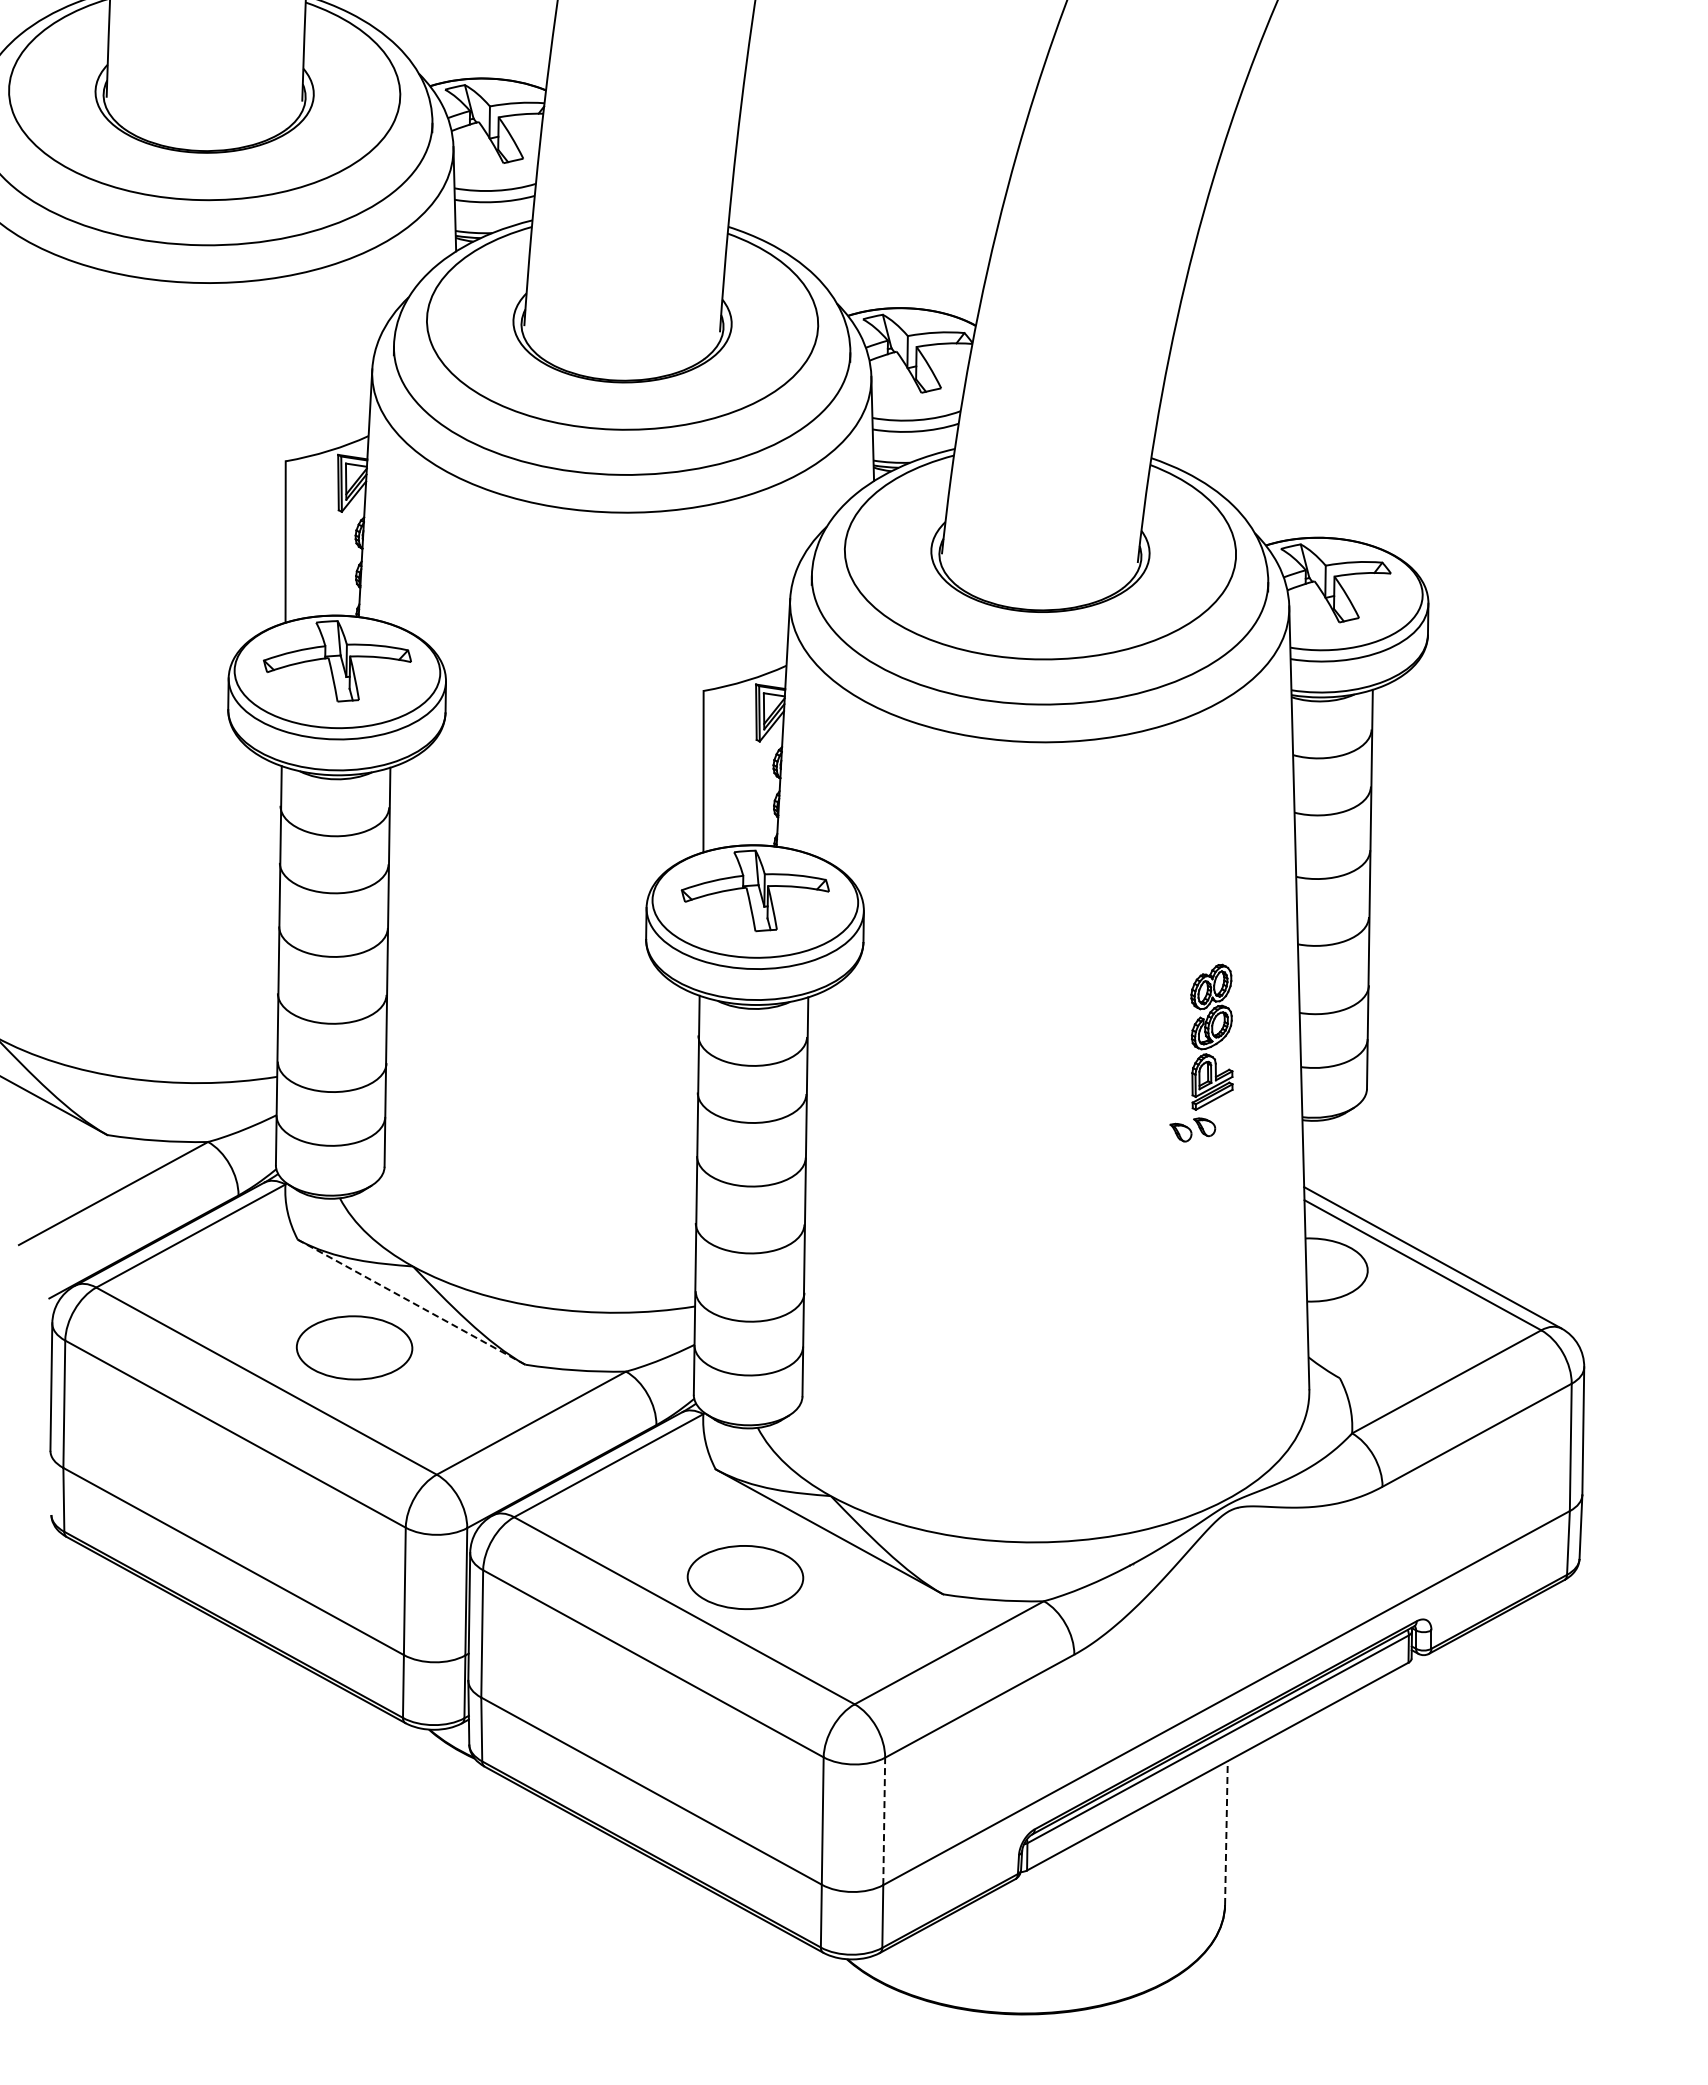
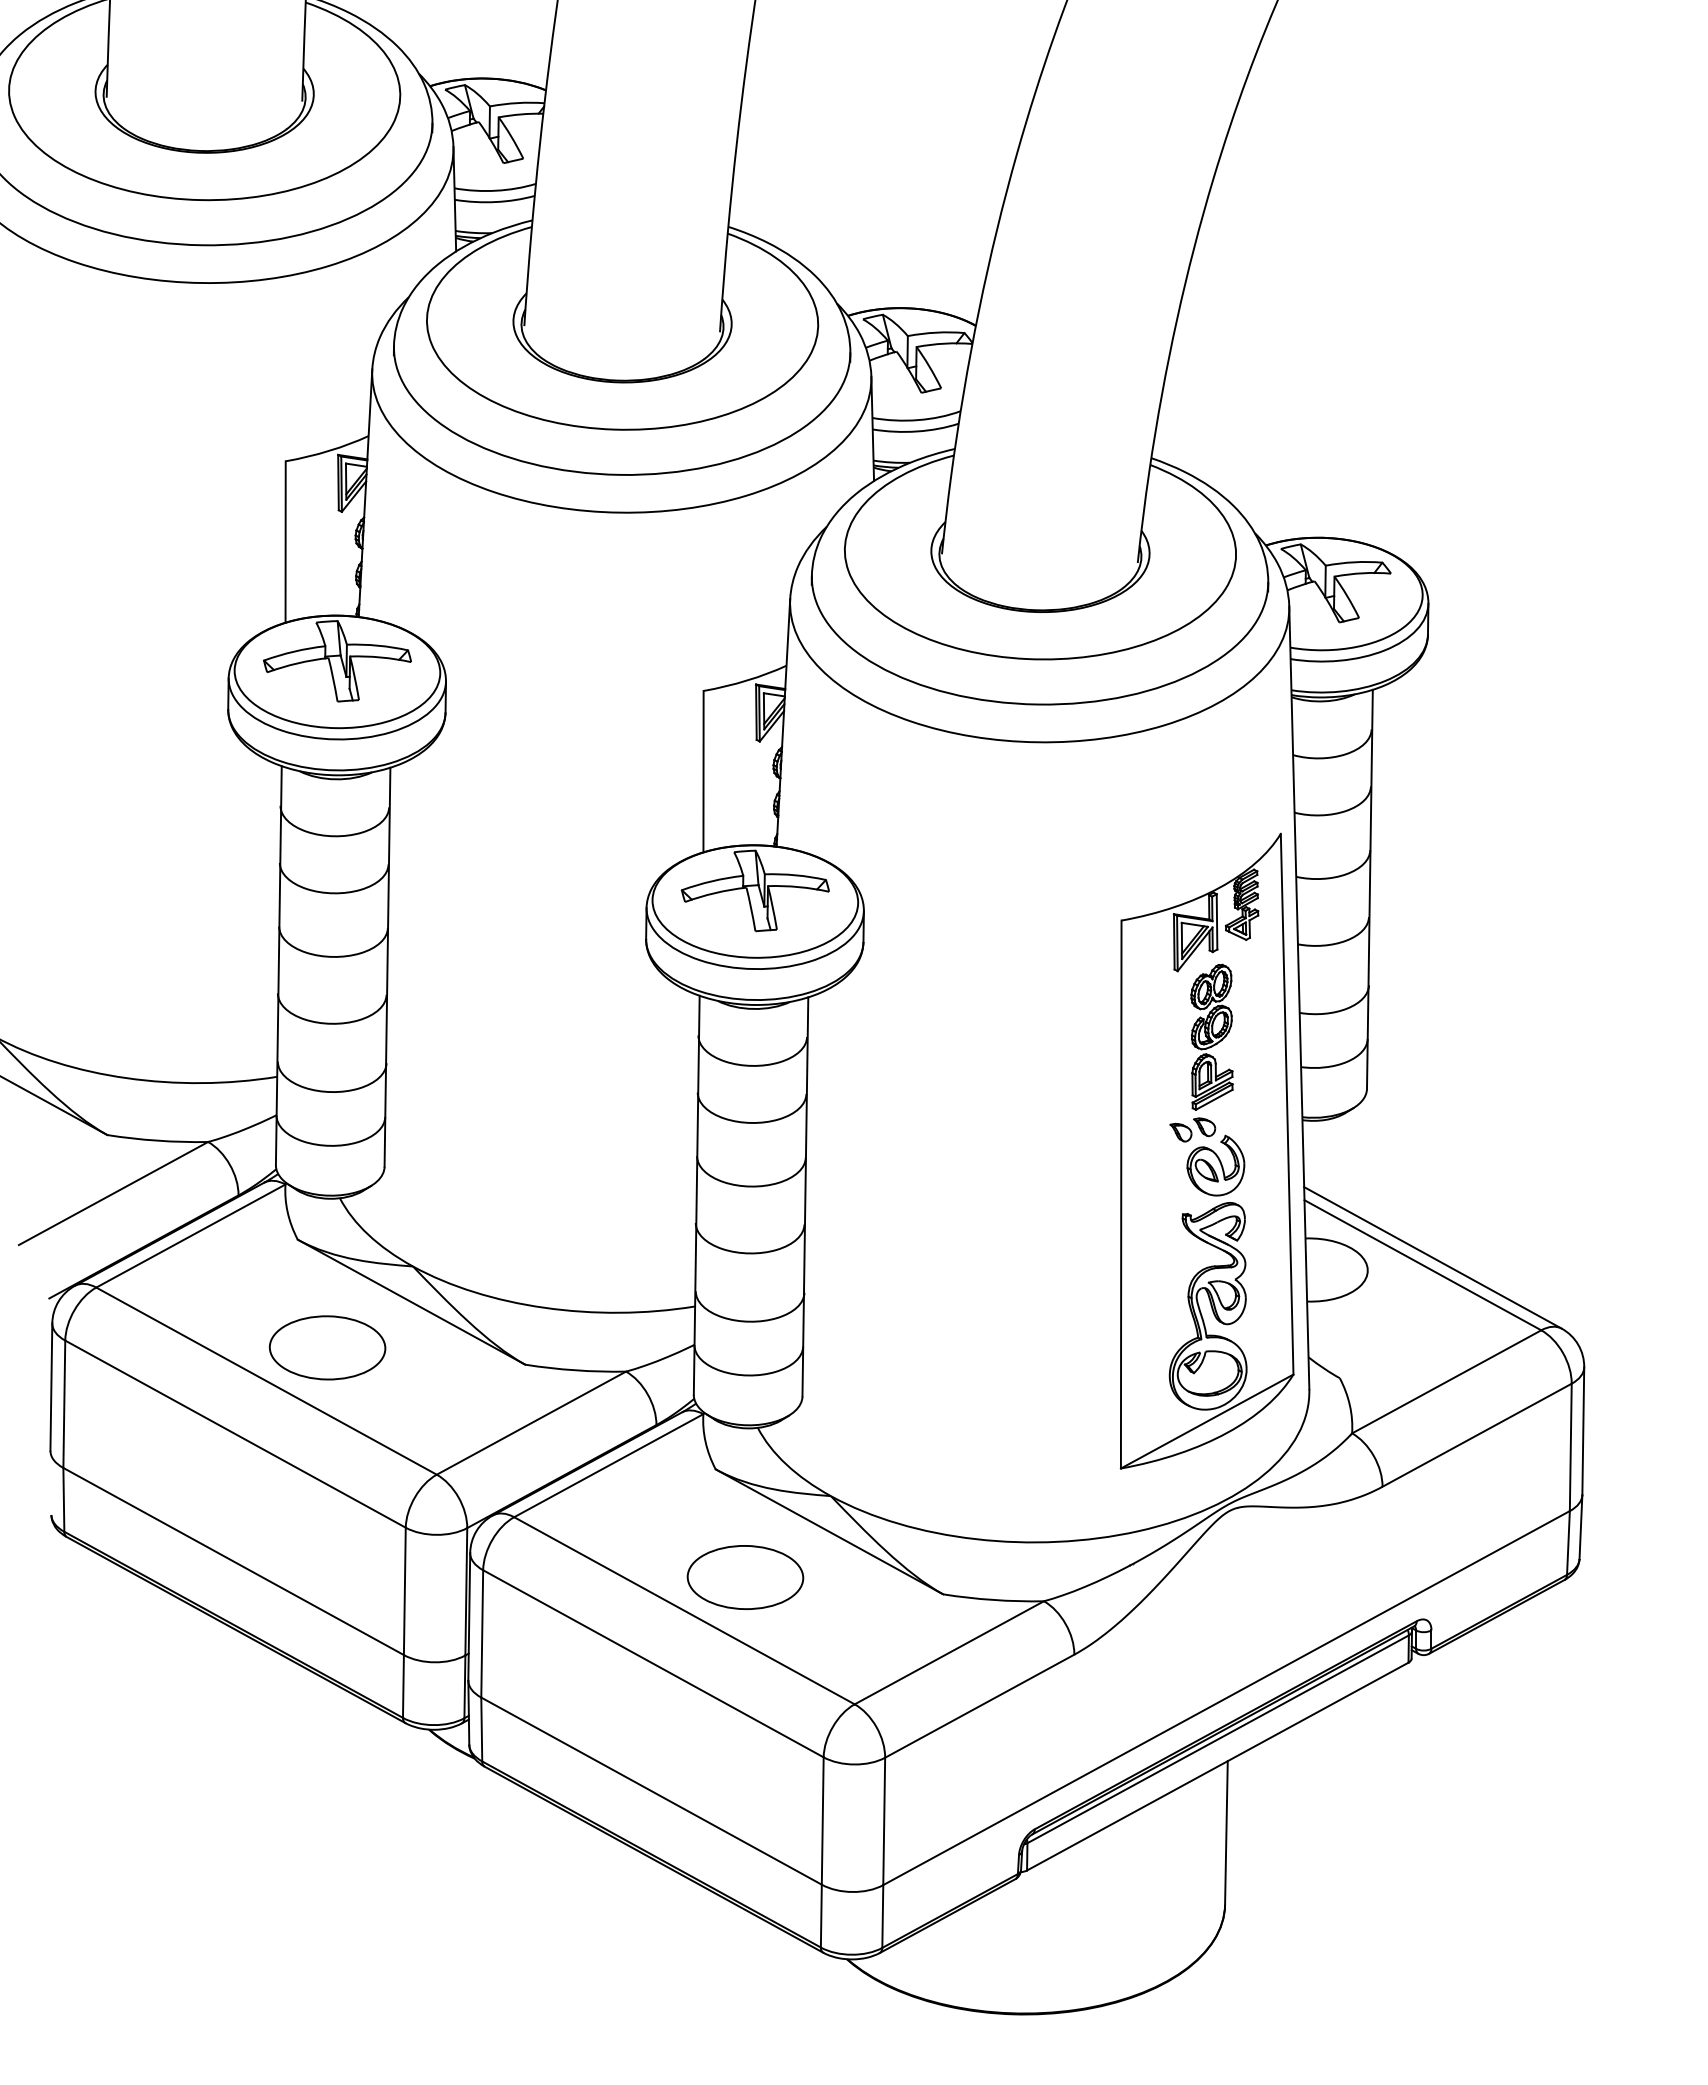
part at (1206, 1150): none -> present
line at (411, 1302): dashed -> solid
part at (354, 1347) position: (354, 1347) -> (327, 1347)
line at (884, 1821): dashed -> solid
line at (1226, 1833): dashed -> solid
